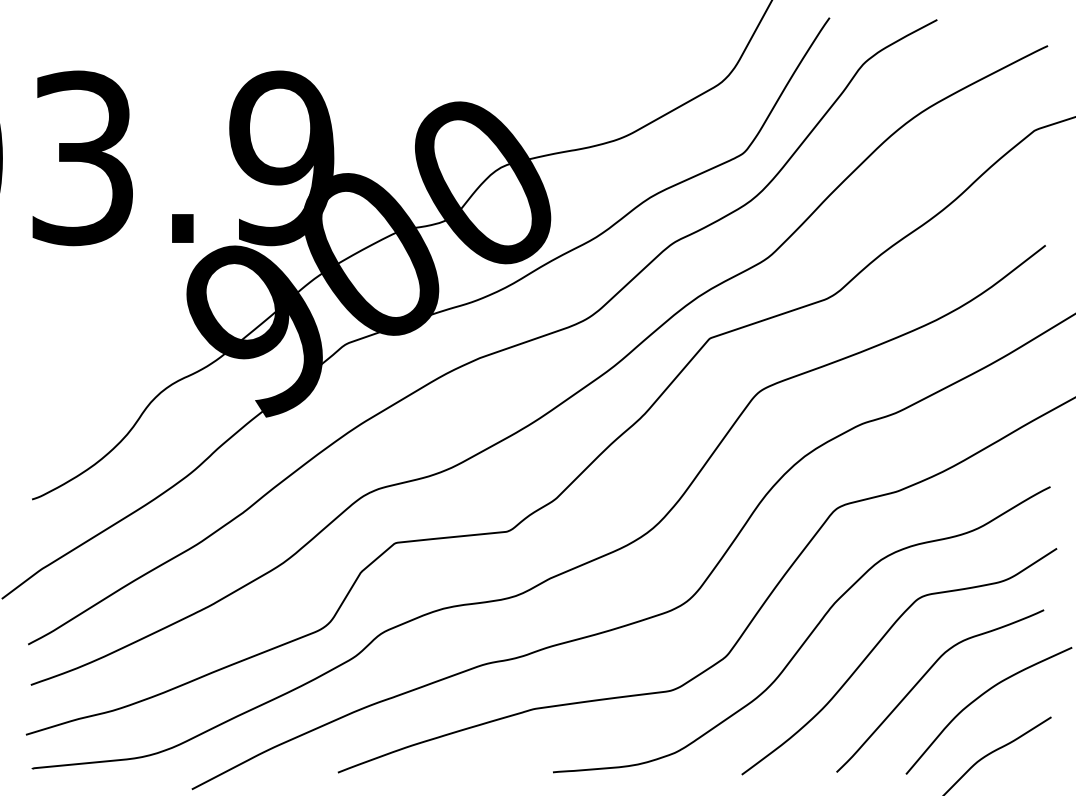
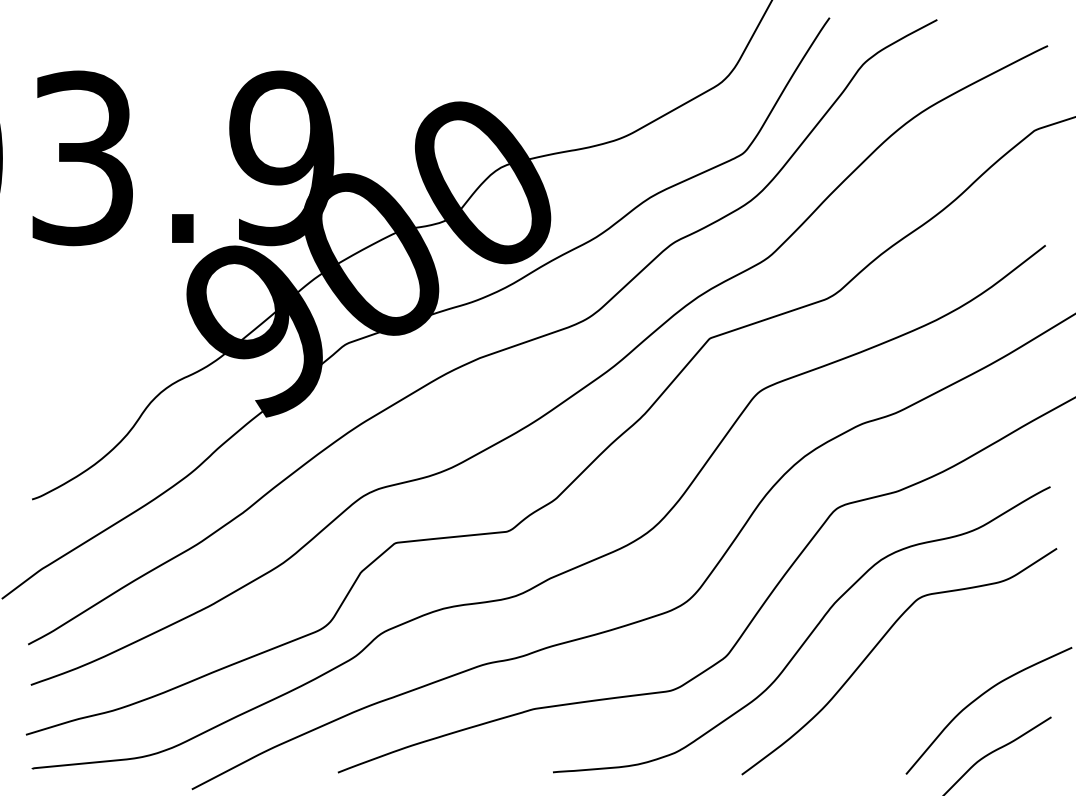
curve at (925, 675): present -> none
